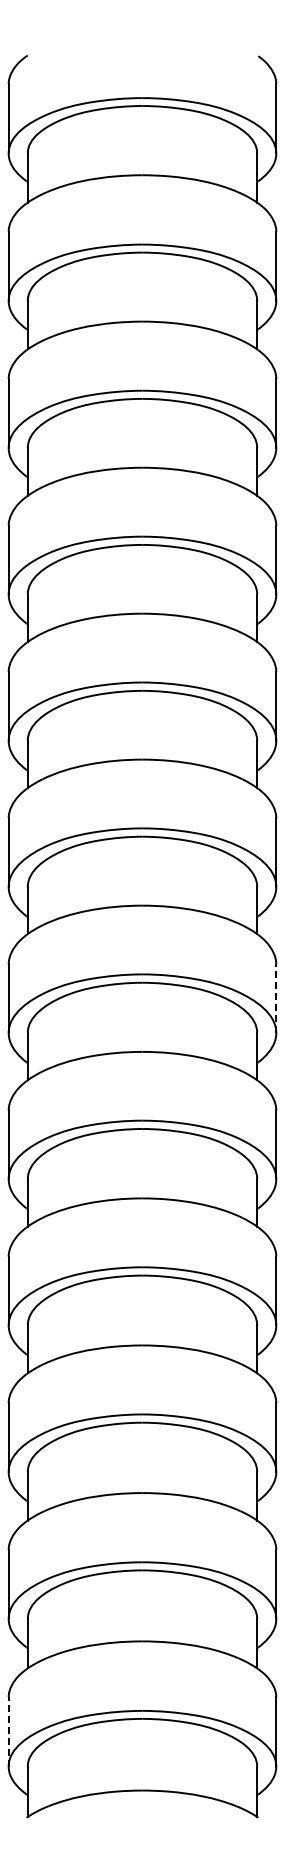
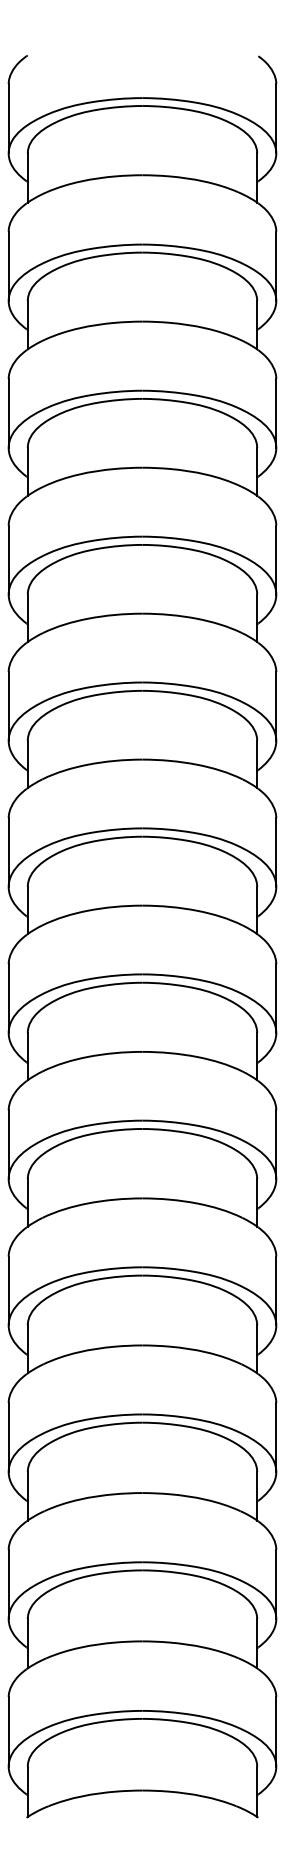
line at (276, 998): dashed -> solid
line at (8, 1731): dashed -> solid
